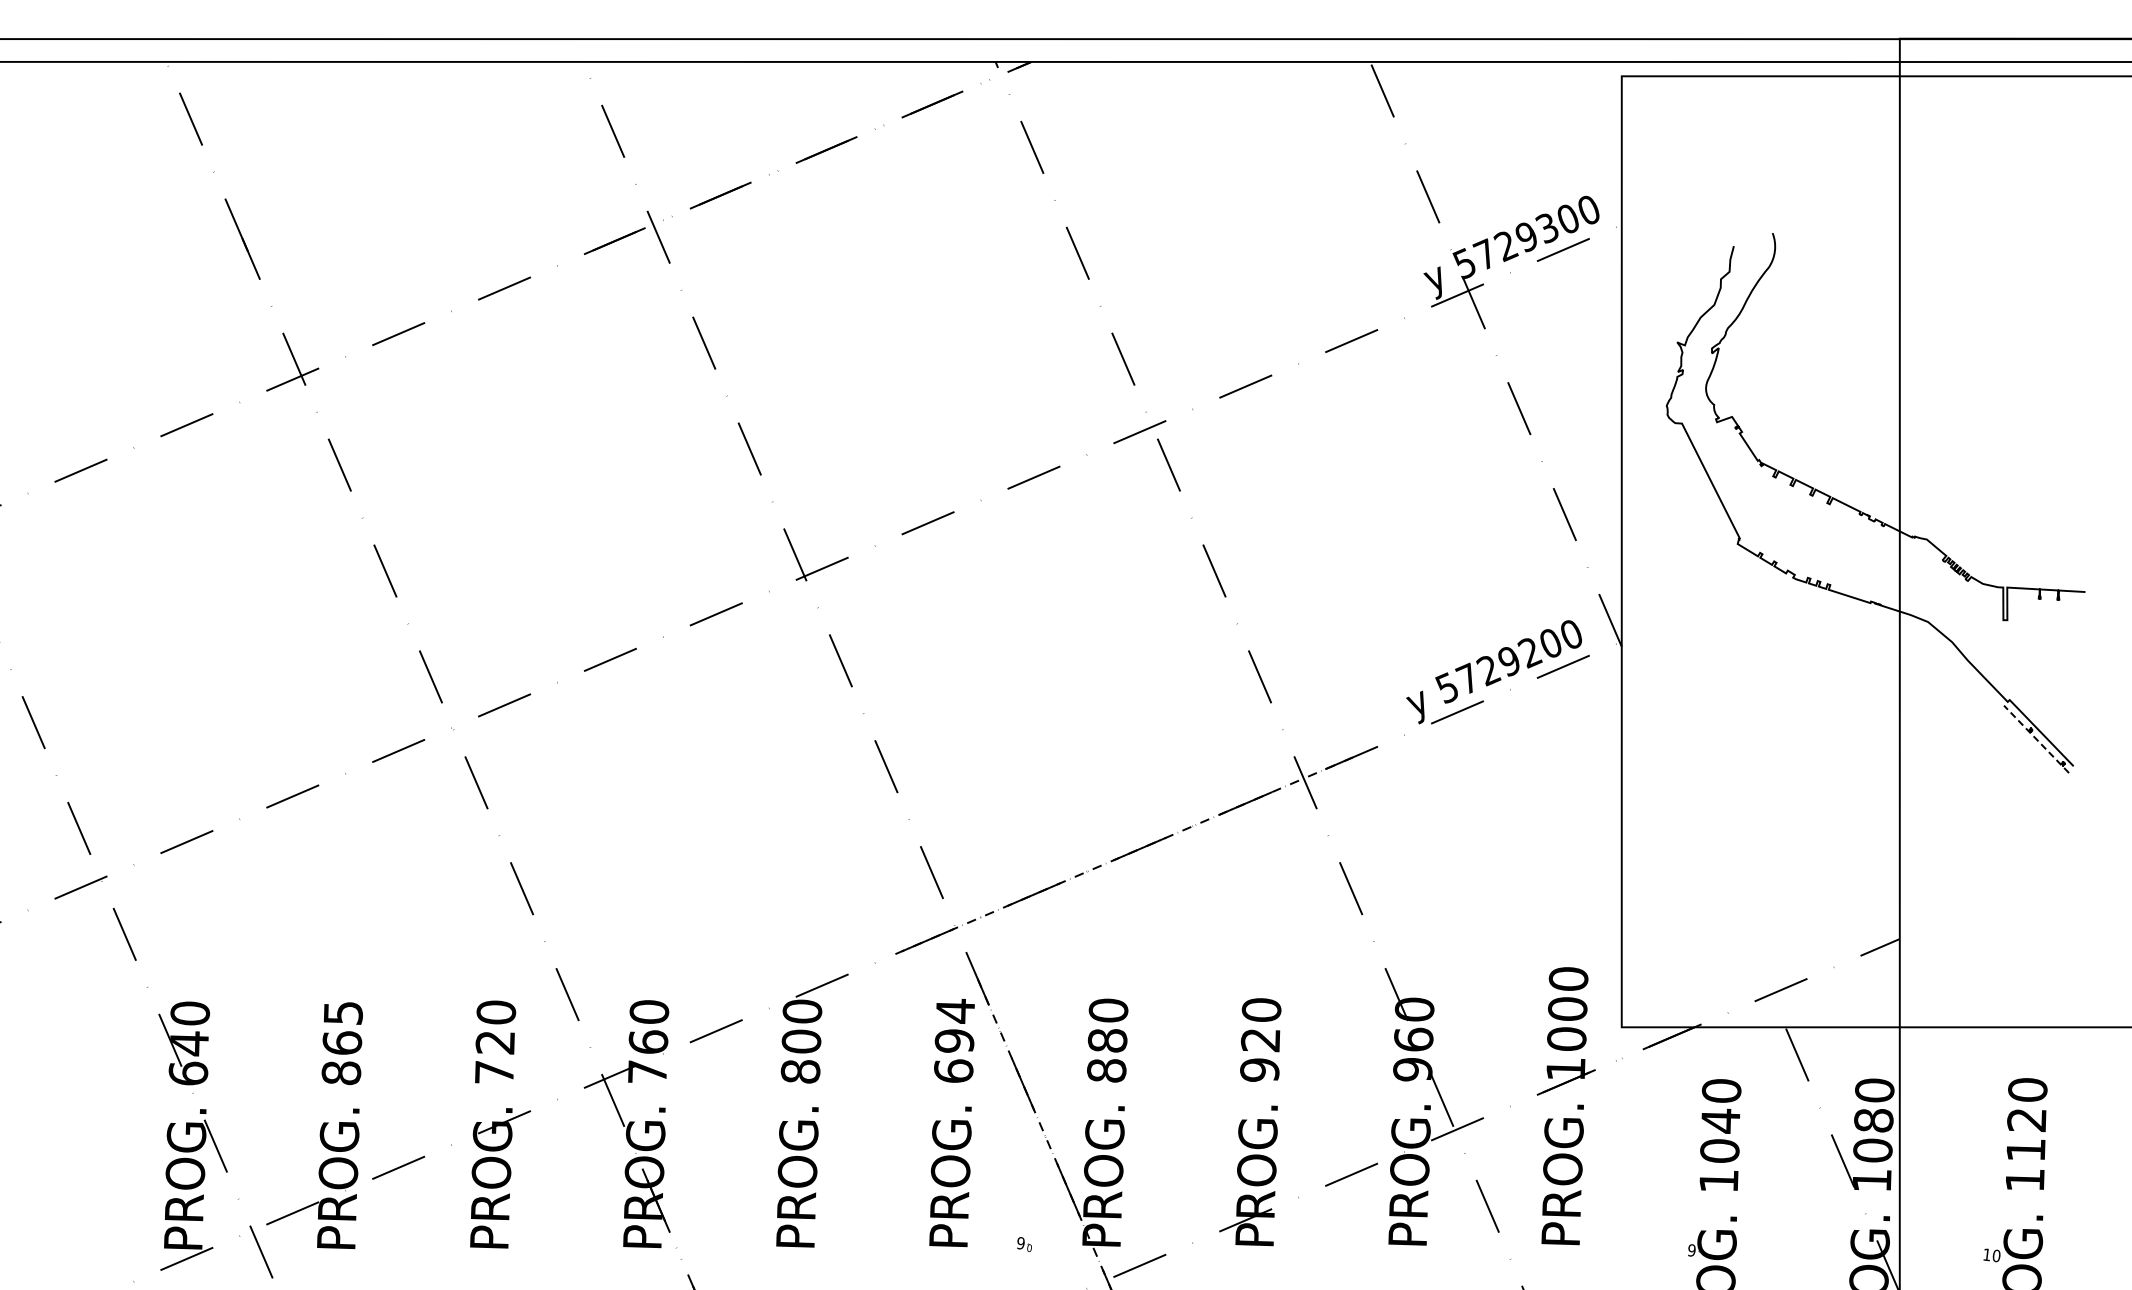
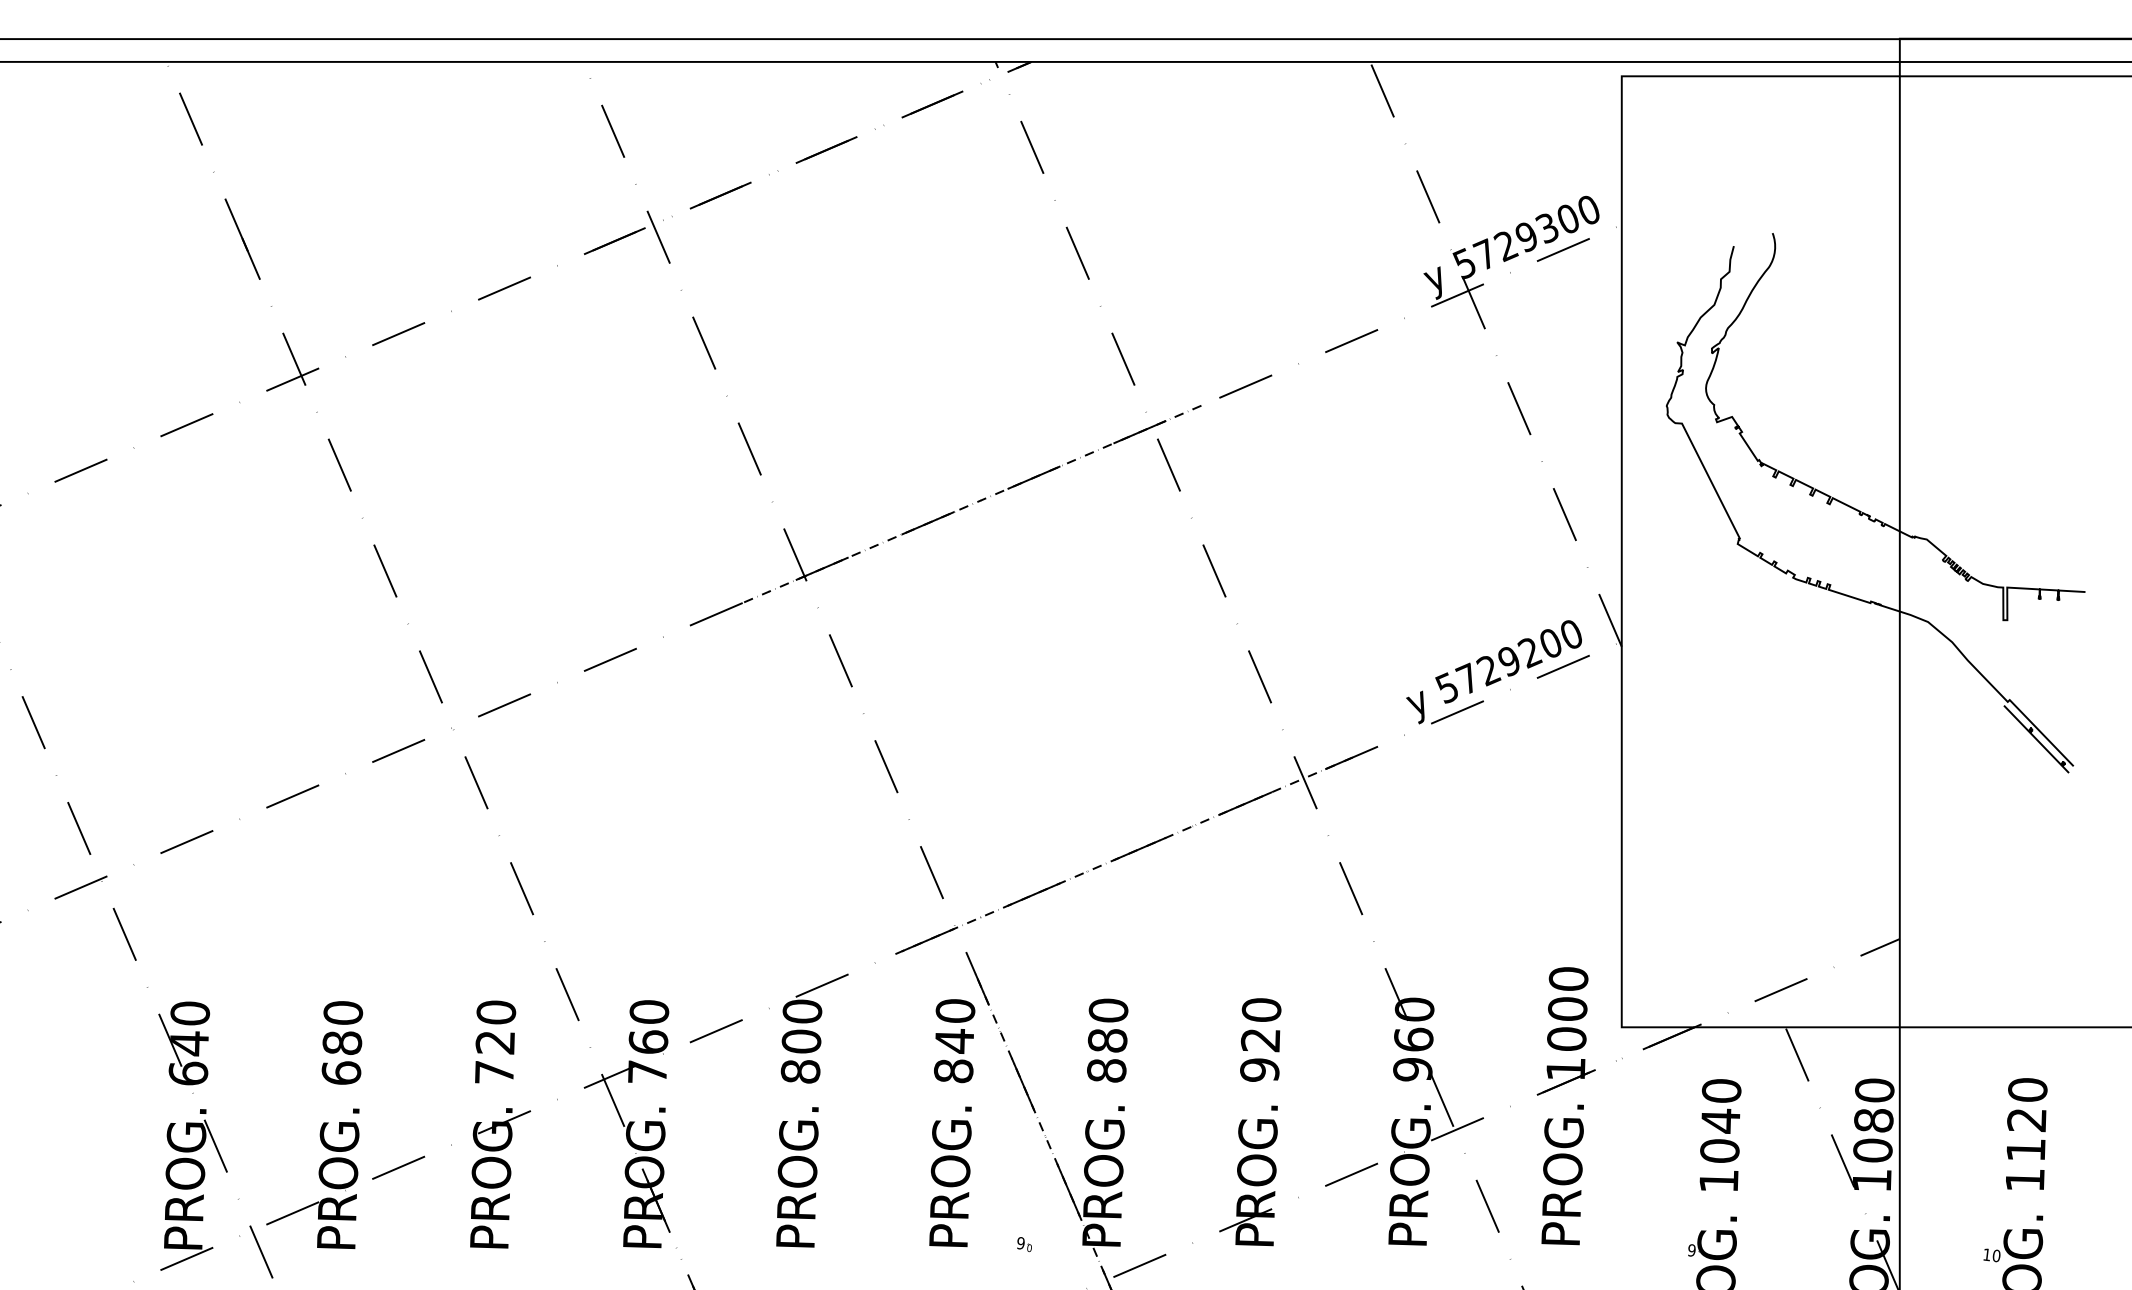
line at (972, 503): none -> present
line at (2036, 739): dashed -> solid
text at (954, 1040): 694 -> 840
text at (342, 1043): 865 -> 680
